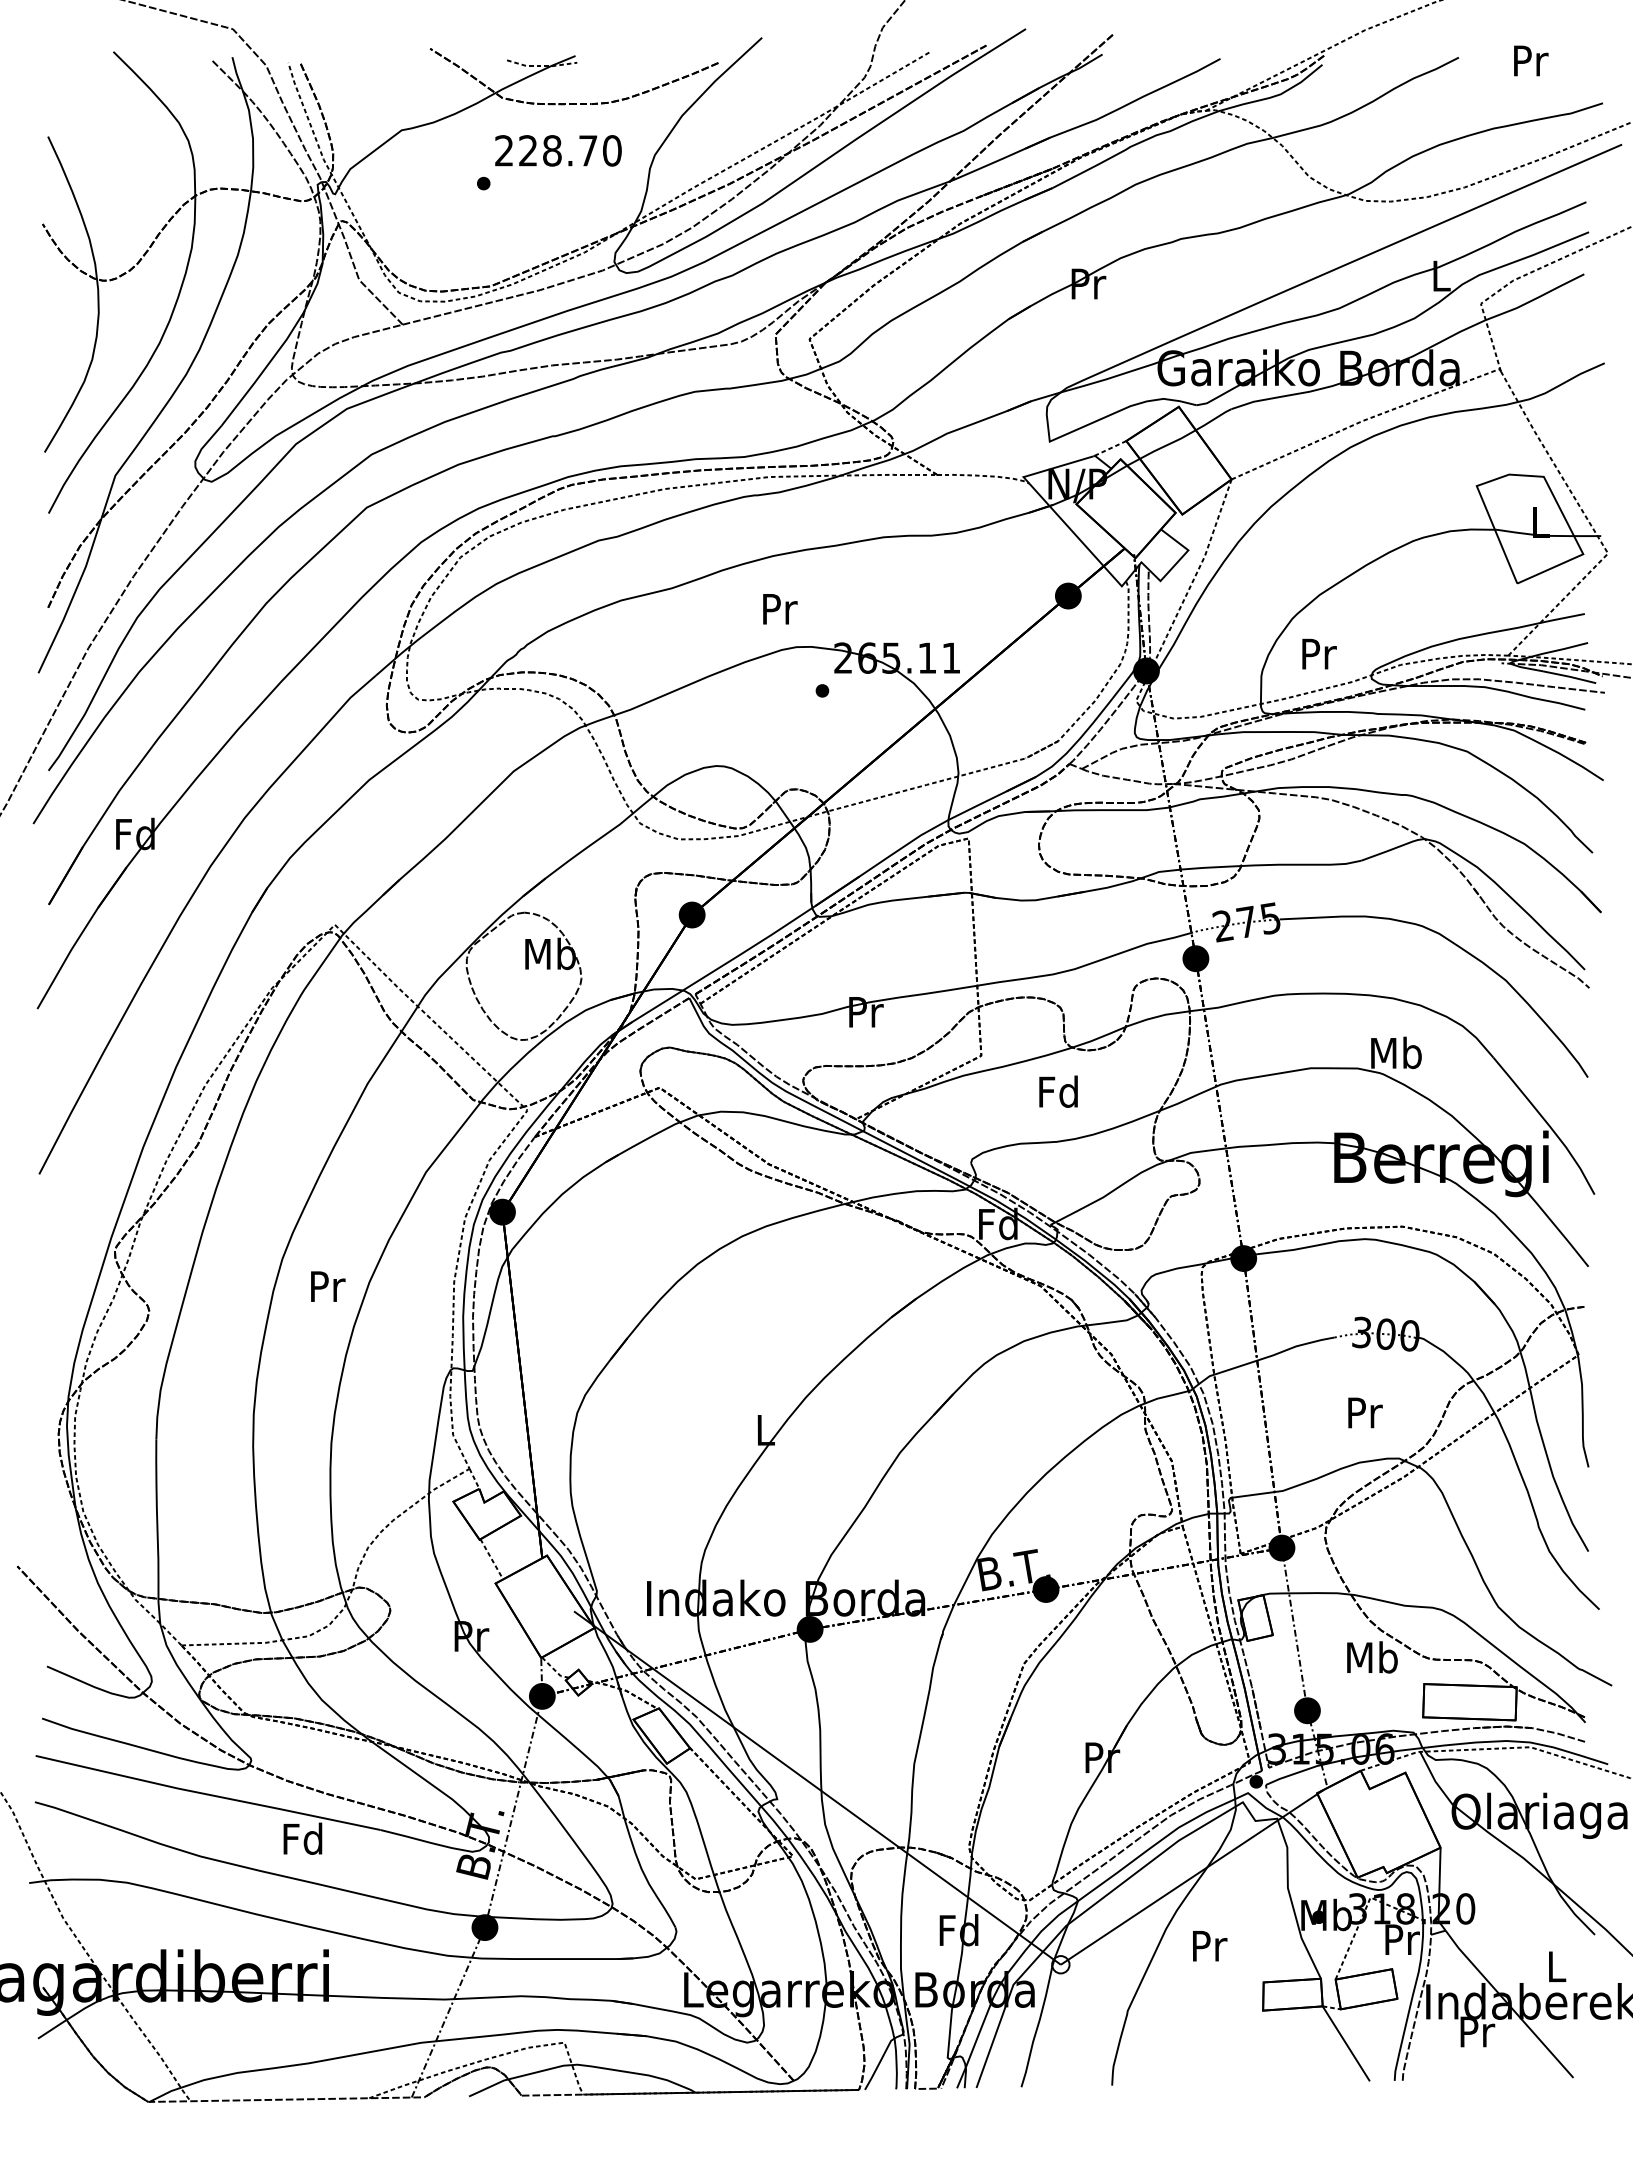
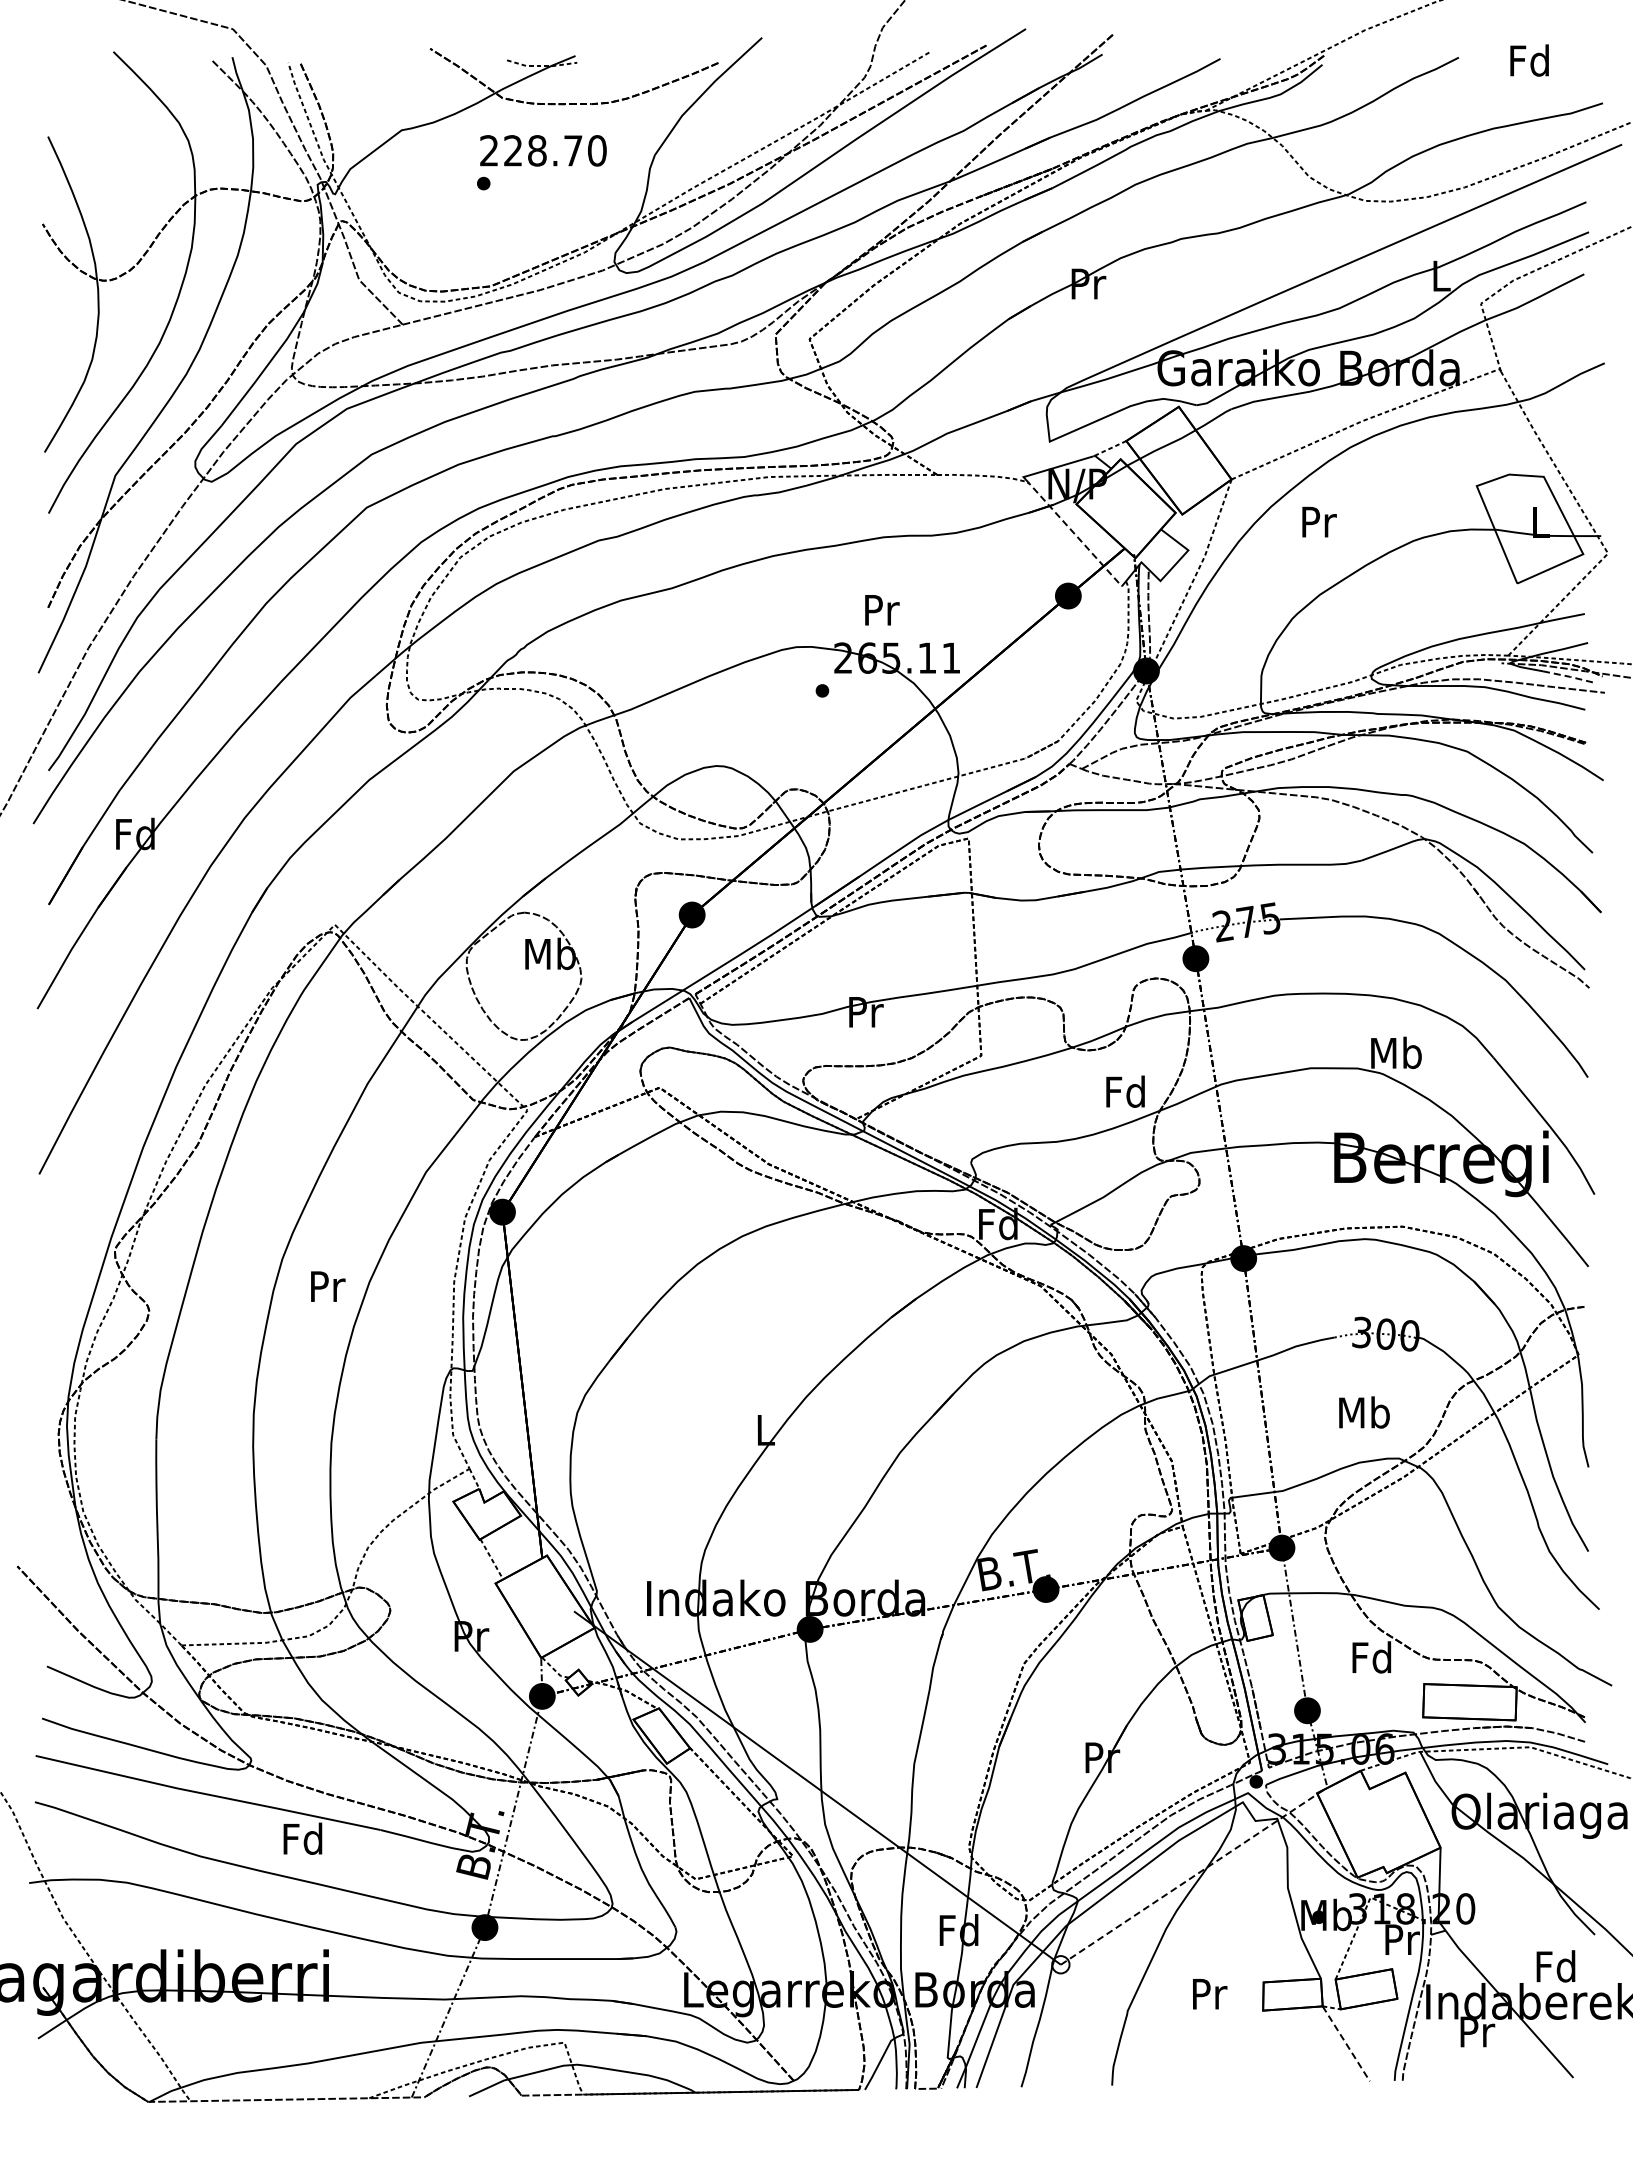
text at (1529, 60): Pr -> Fd
text at (558, 150) position: (558, 150) -> (543, 150)
line at (1077, 537): solid -> dashed
text at (780, 609) position: (780, 609) -> (882, 610)
text at (1319, 653) position: (1319, 653) -> (1319, 521)
line at (1570, 676): solid -> dashed
text at (1058, 1091) position: (1058, 1091) -> (1125, 1091)
text at (1364, 1412): Pr -> Mb
text at (1372, 1657): Mb -> Fd
line at (1192, 1877): solid -> dashed
text at (1210, 1946) position: (1210, 1946) -> (1210, 1994)
text at (1555, 1966): L -> Fd
line at (1346, 2044): solid -> dashed
